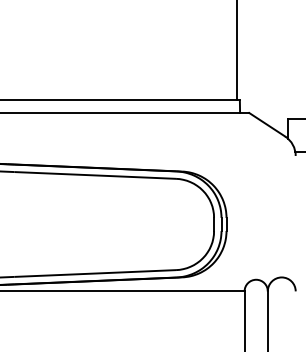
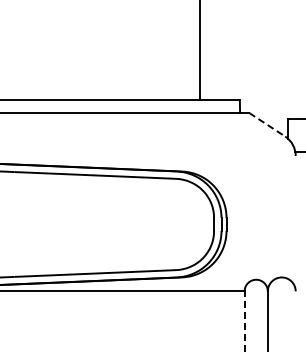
line at (236, 51) position: (236, 51) -> (199, 51)
line at (267, 125): solid -> dashed
line at (244, 321): solid -> dashed
